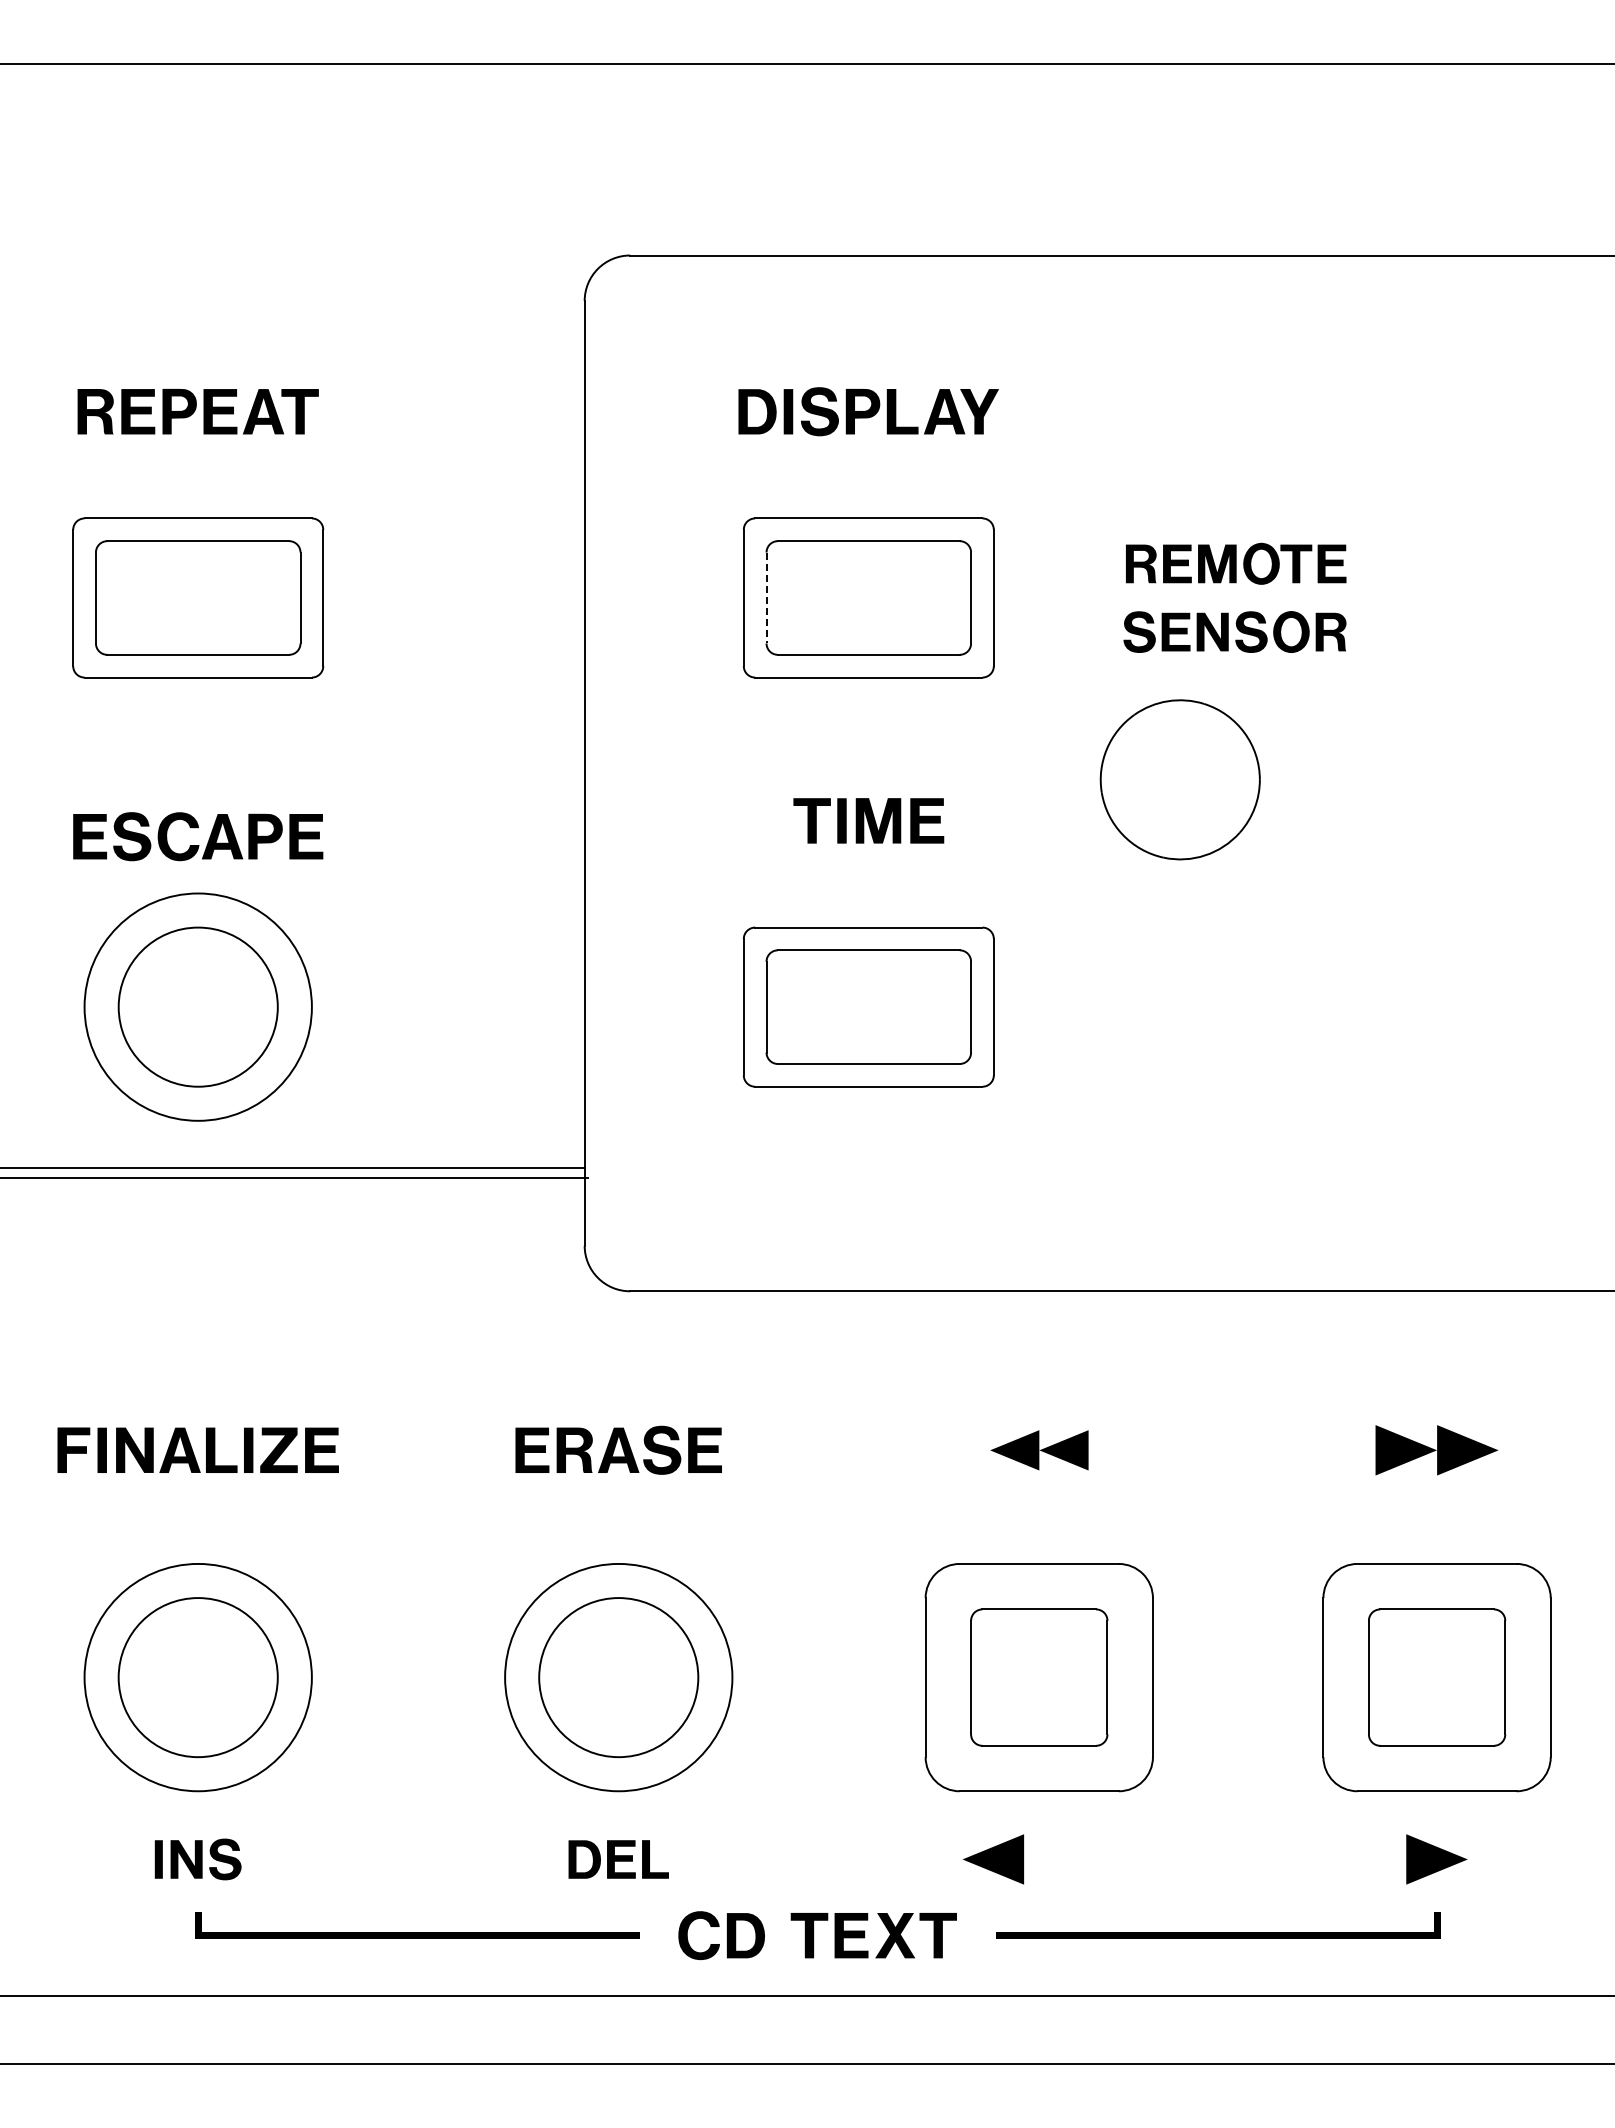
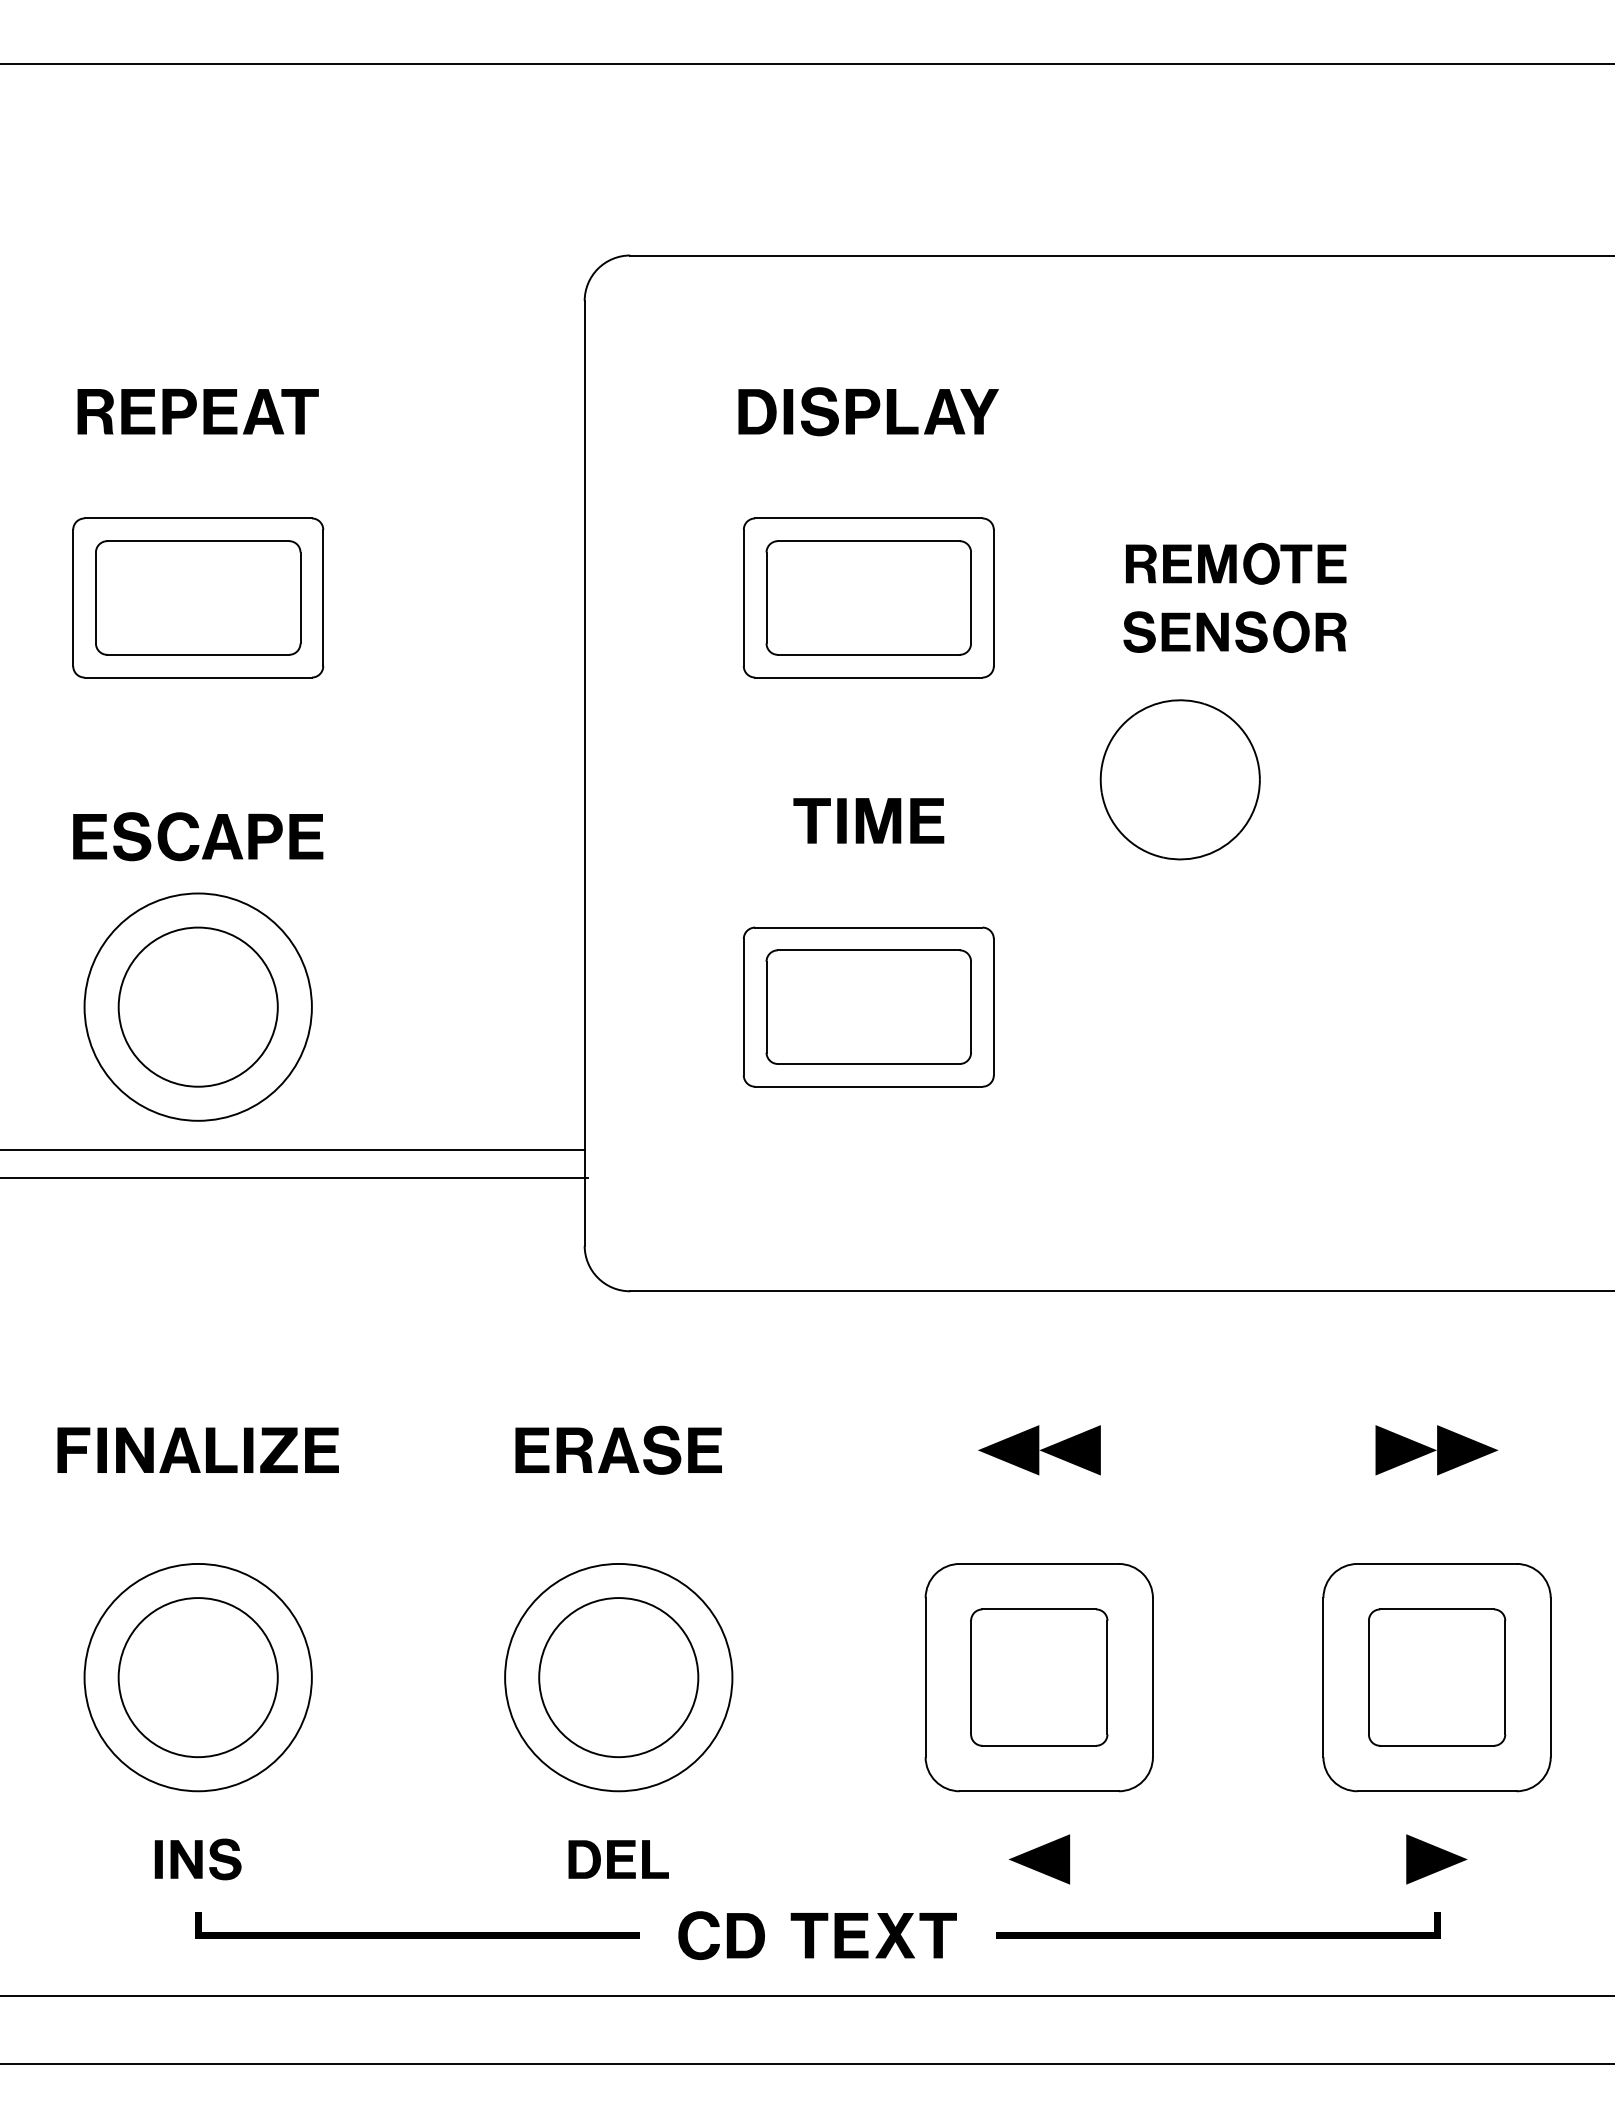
line at (766, 598): dashed -> solid
line at (293, 1168) position: (293, 1168) -> (293, 1150)
part at (1039, 1450) size: 99x41 px -> 123x51 px
part at (993, 1859) position: (993, 1859) -> (1039, 1859)
